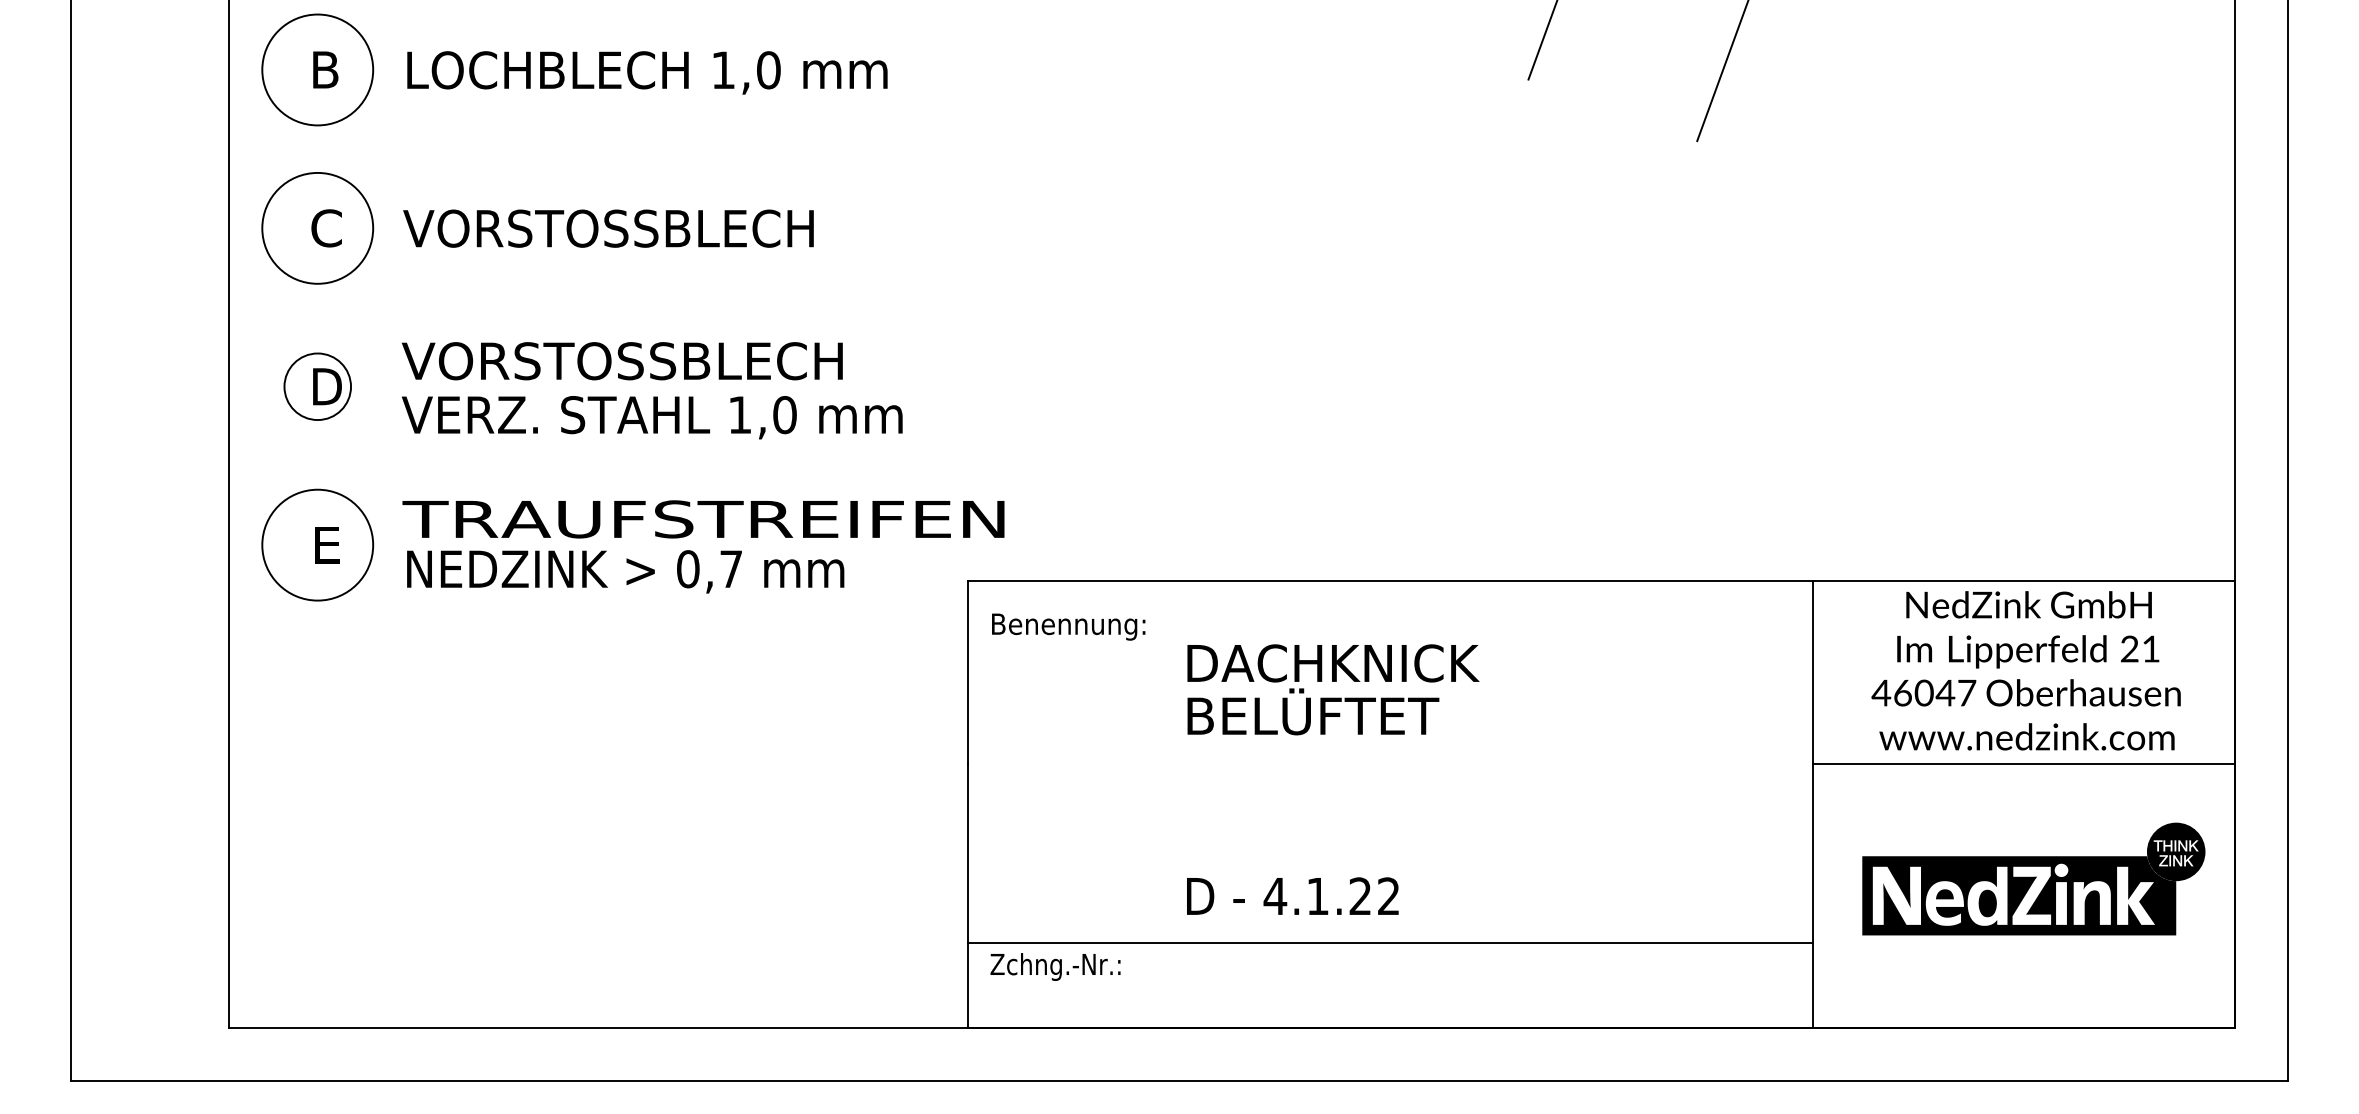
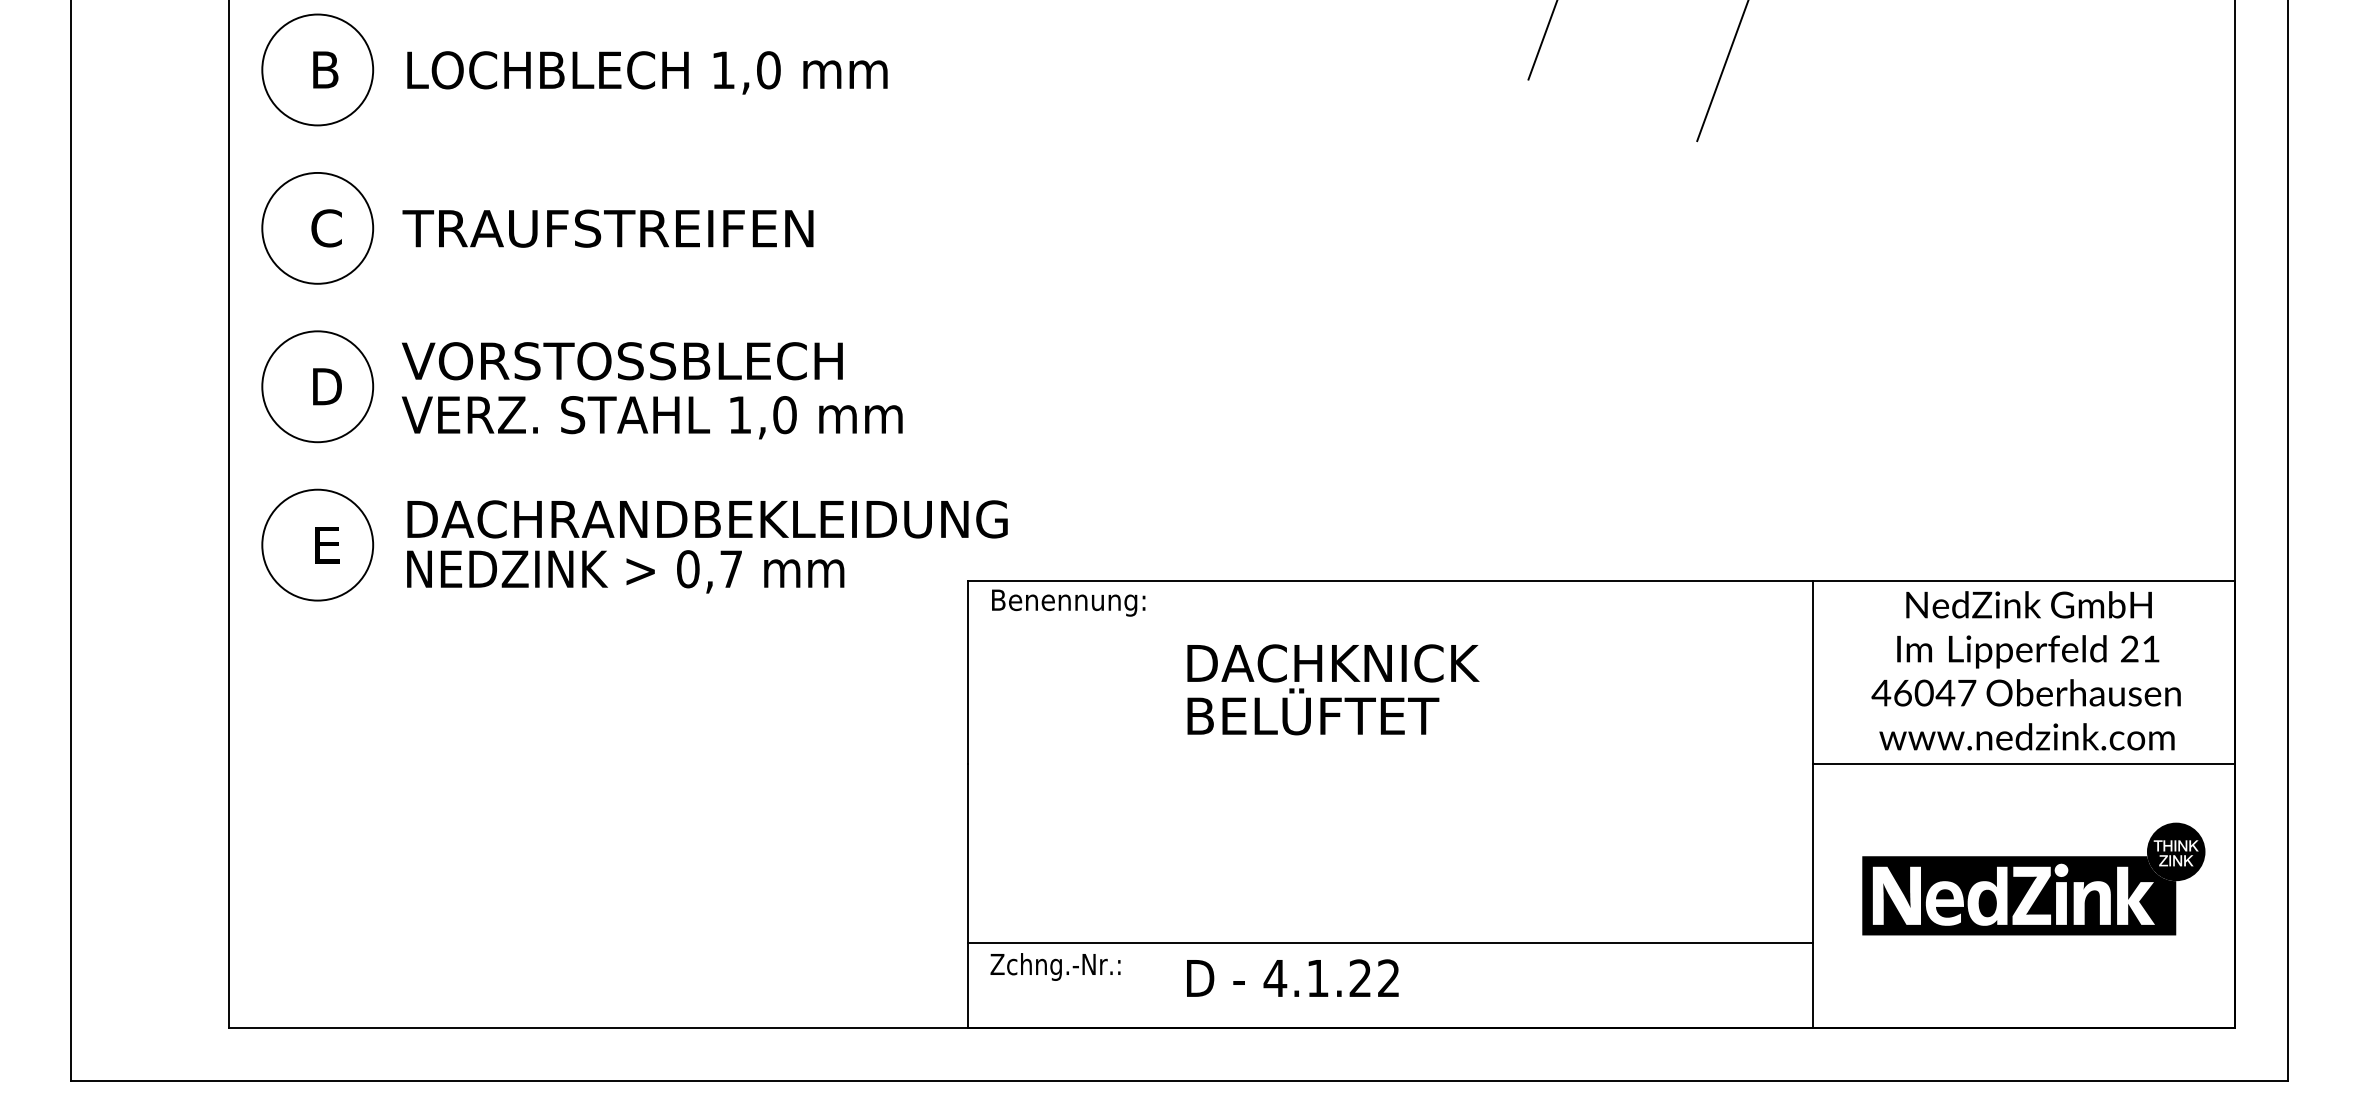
text at (607, 228): VORSTOSSBLECH -> TRAUFSTREIFEN
circle at (317, 386) diameter: 67 px -> 111 px
text at (704, 519): TRAUFSTREIFEN -> DACHRANDBEKLEIDUNG
text at (1068, 626) position: (1068, 626) -> (1068, 602)
text at (1292, 895) position: (1292, 895) -> (1292, 977)
